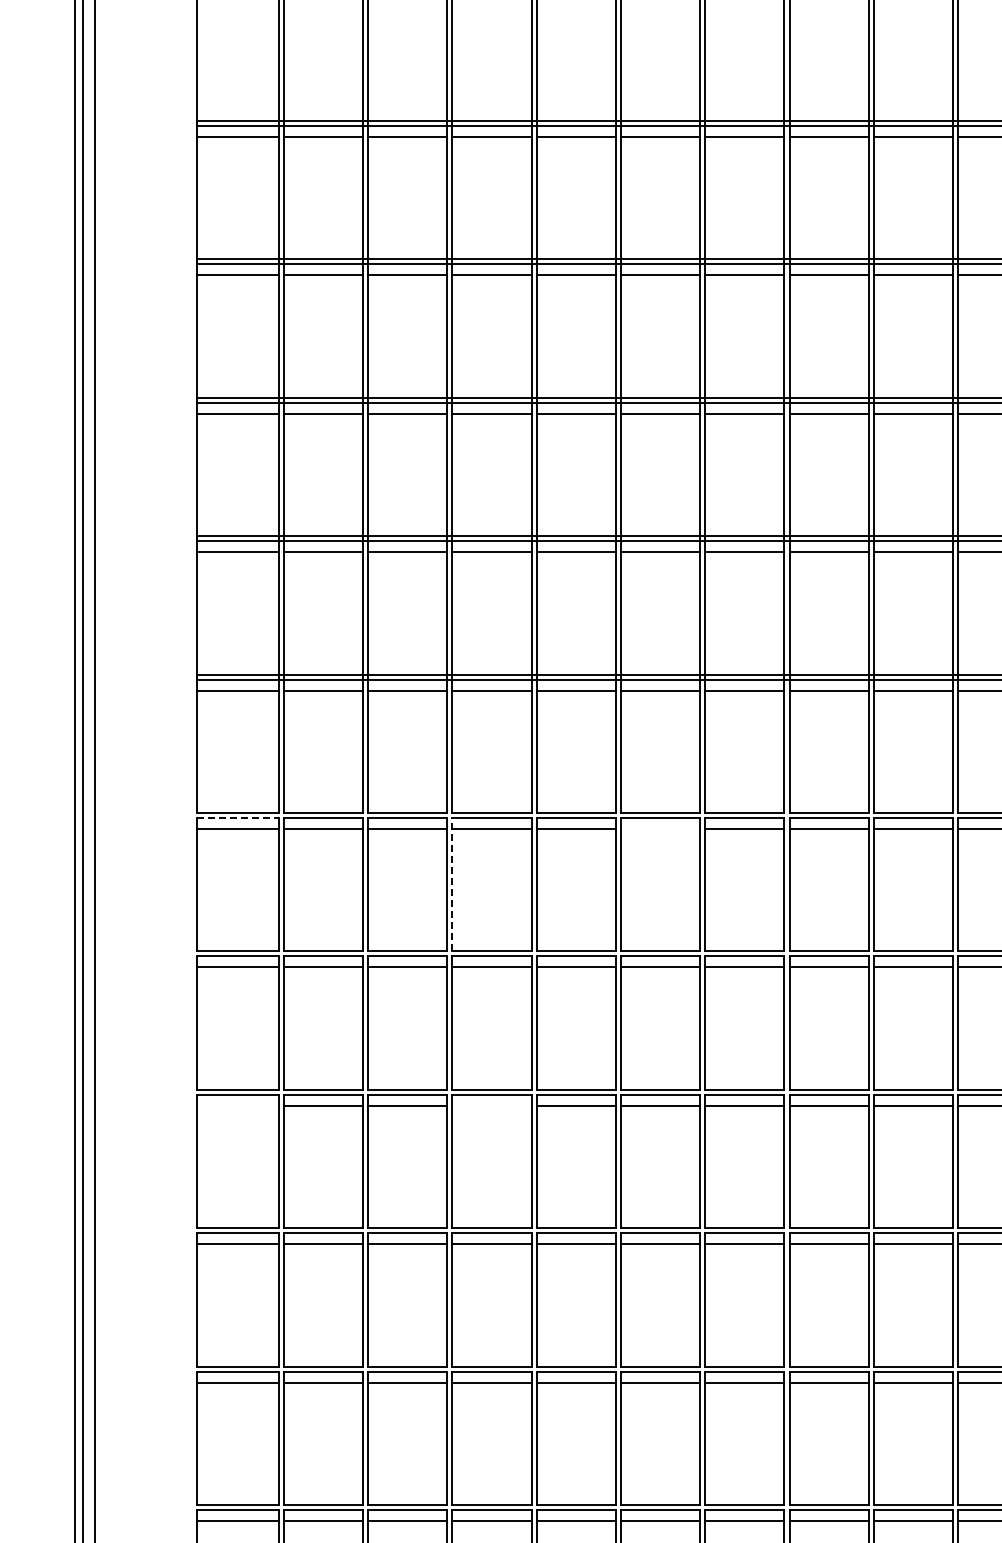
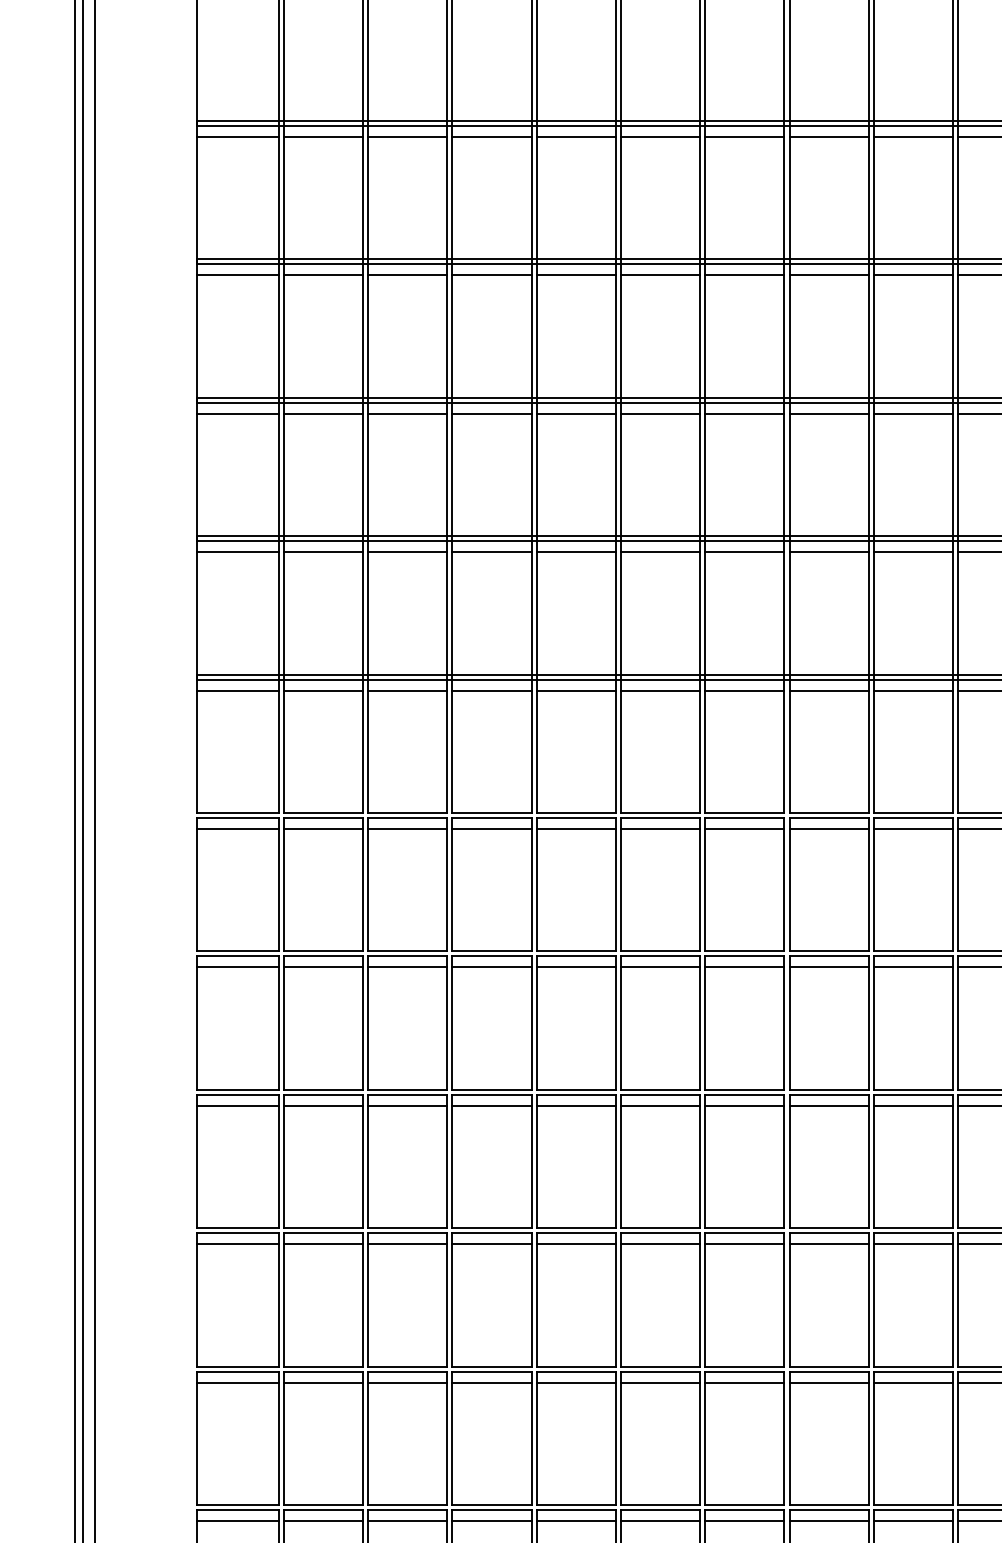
line at (238, 818): dashed -> solid
line at (660, 828): none -> present
line at (452, 884): dashed -> solid
line at (237, 1105): none -> present
line at (491, 1105): none -> present
